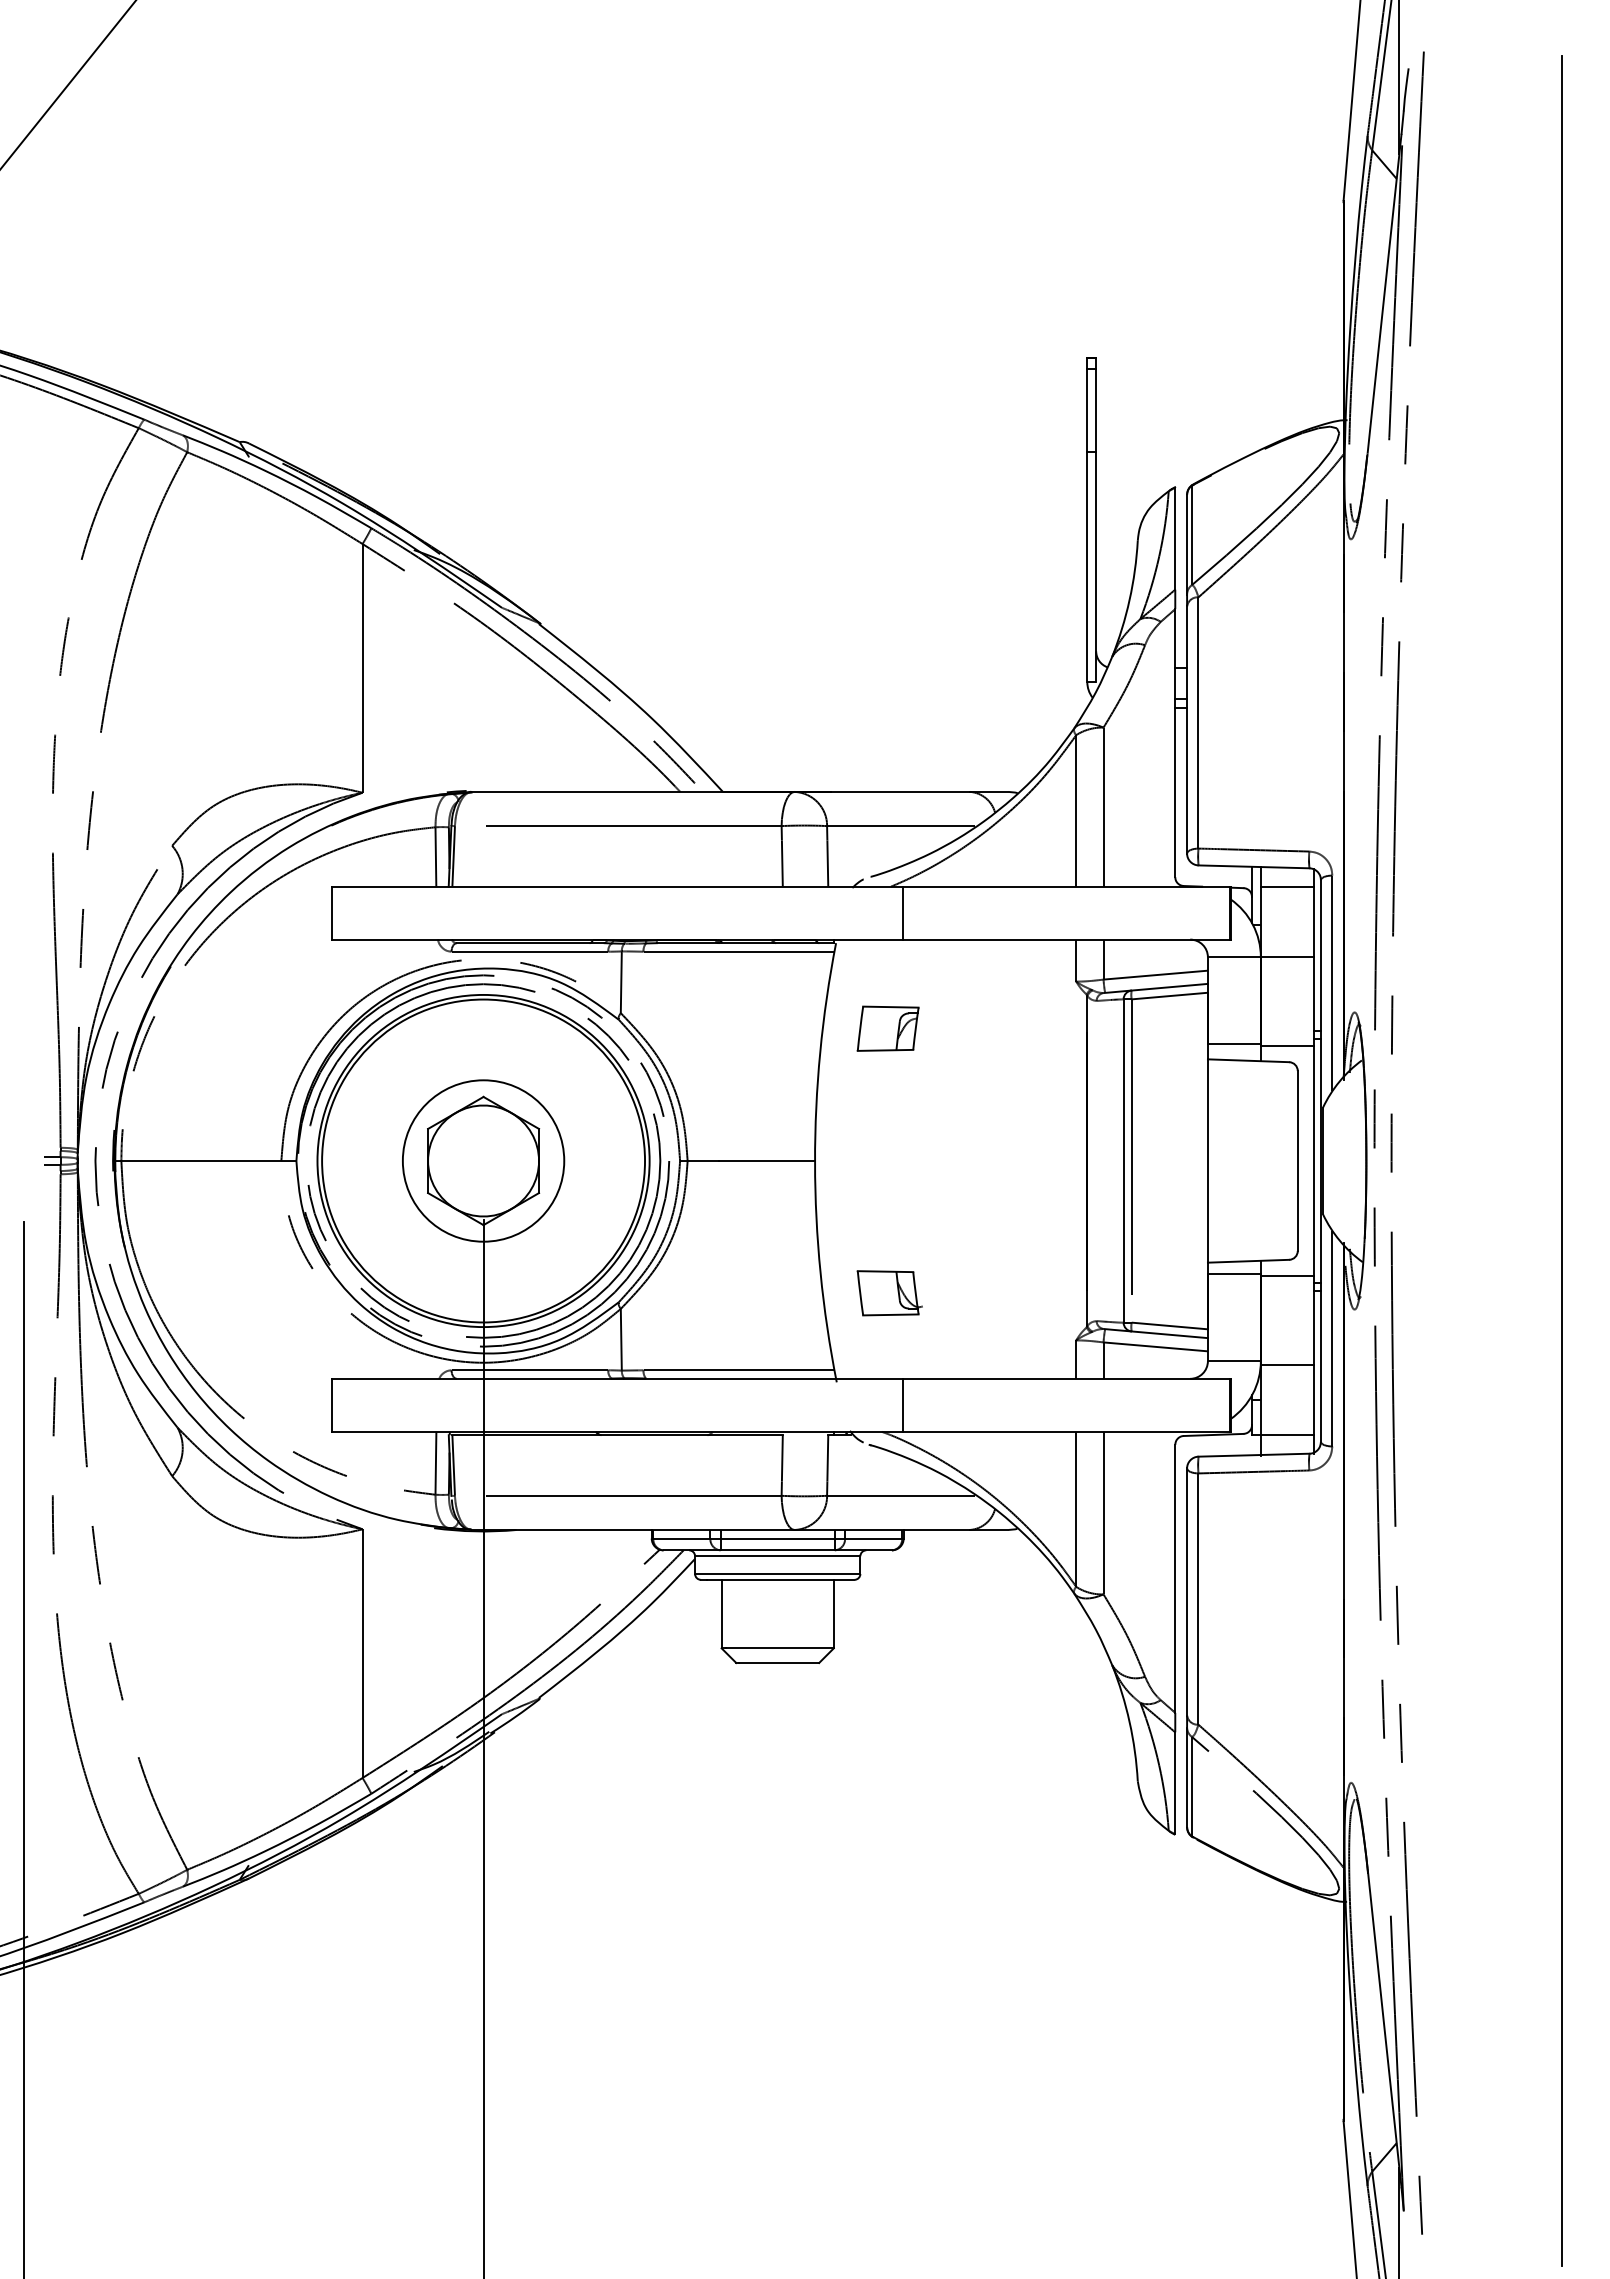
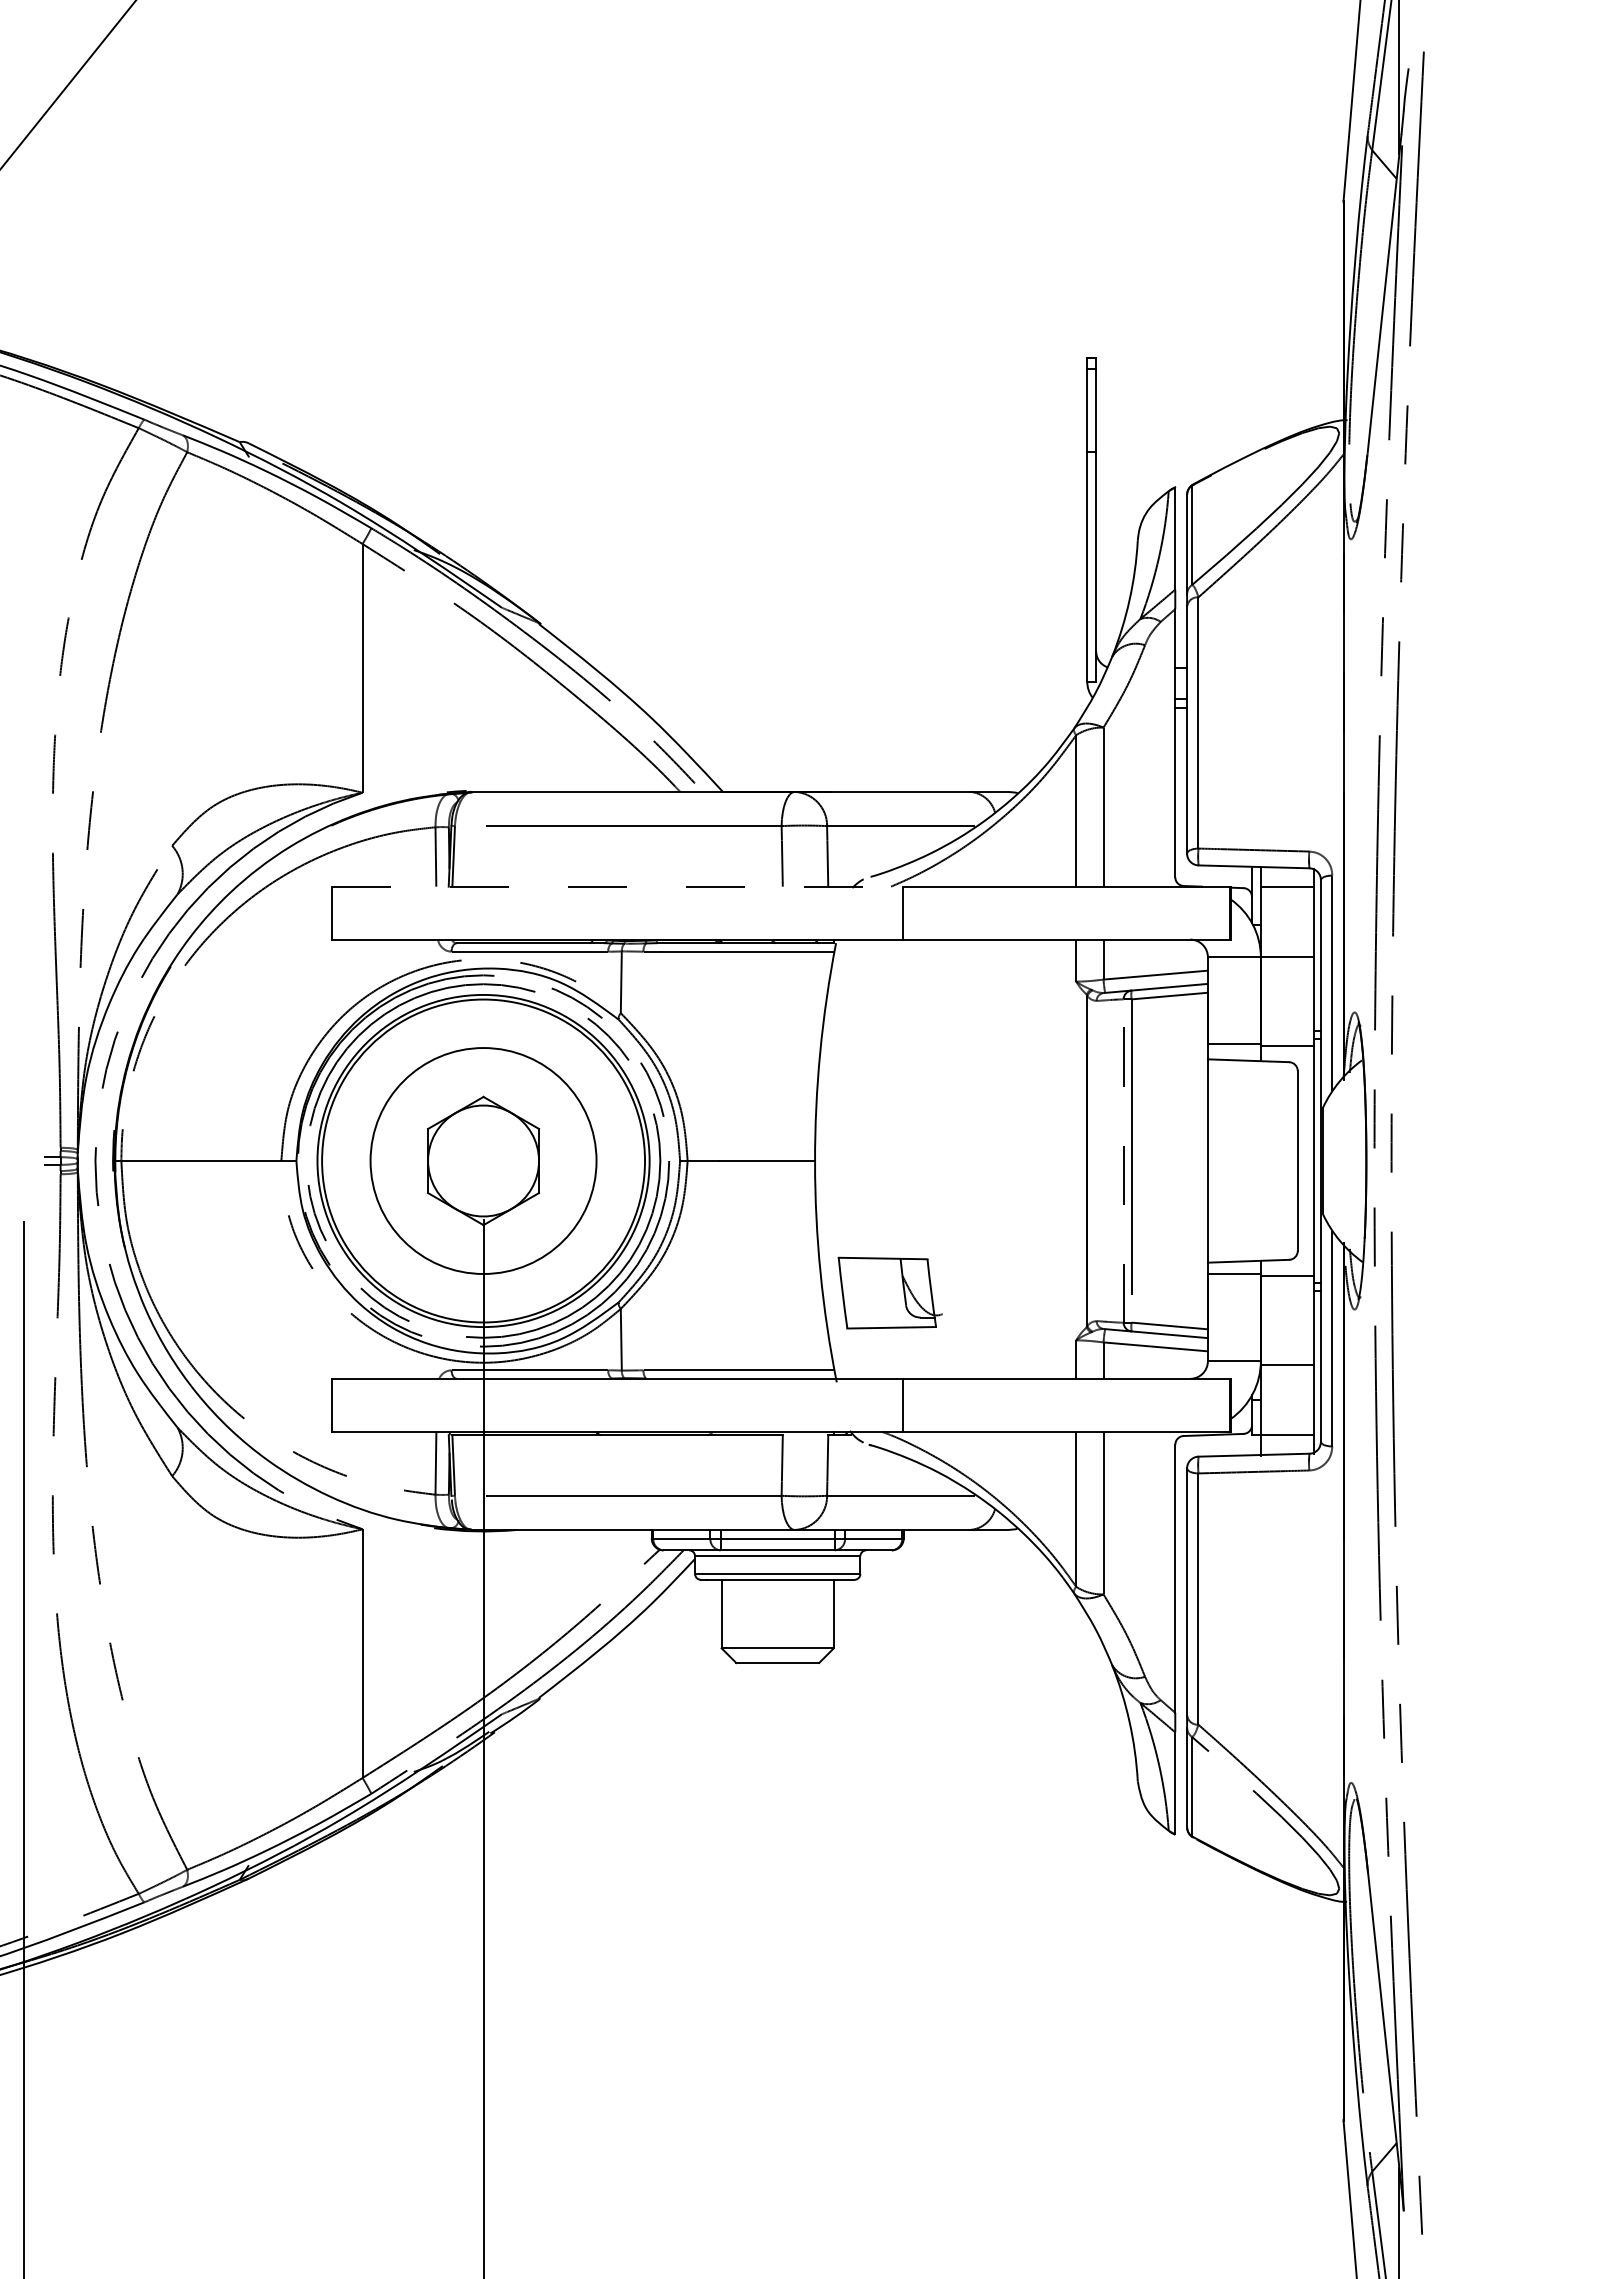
line at (617, 886): solid -> dashed
part at (887, 1028): present -> none
circle at (483, 1160) diameter: 161 px -> 226 px
line at (1561, 1160): present -> none
line at (1123, 1161): solid -> dashed
part at (889, 1293) size: 67x47 px -> 106x74 px
